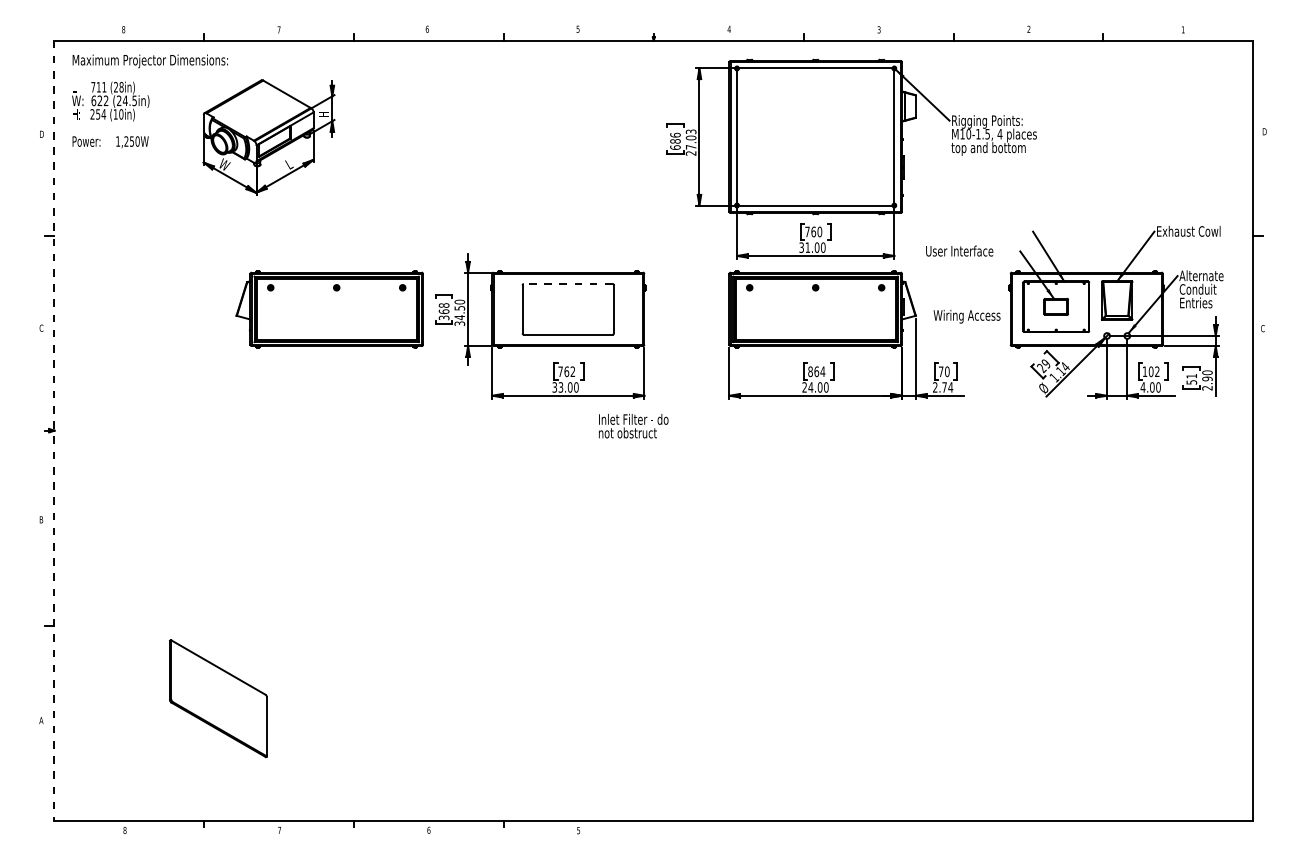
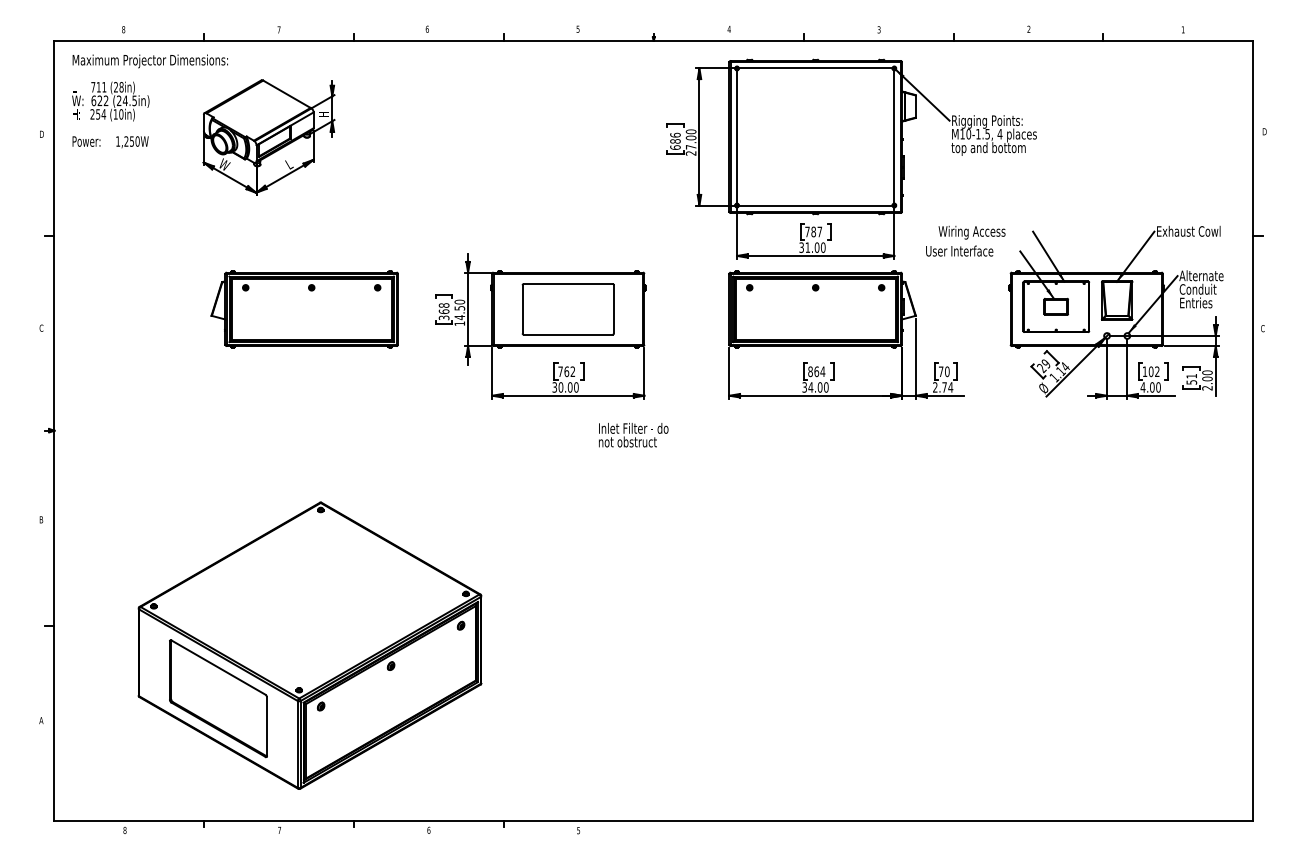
text at (690, 131): 27.03 -> 27.00
text at (816, 231): 760 -> 787
line at (567, 283): dashed -> solid
part at (329, 309) position: (329, 309) -> (304, 309)
text at (966, 316) position: (966, 316) -> (971, 232)
text at (459, 323): 34.50 -> 14.50
text at (1207, 378): 2.90 -> 2.00
text at (560, 387): 33.00 -> 30.00
text at (804, 387): 24.00 -> 34.00
text at (633, 425) position: (633, 425) -> (633, 434)
line at (54, 431): dashed -> solid
part at (309, 645): none -> present
